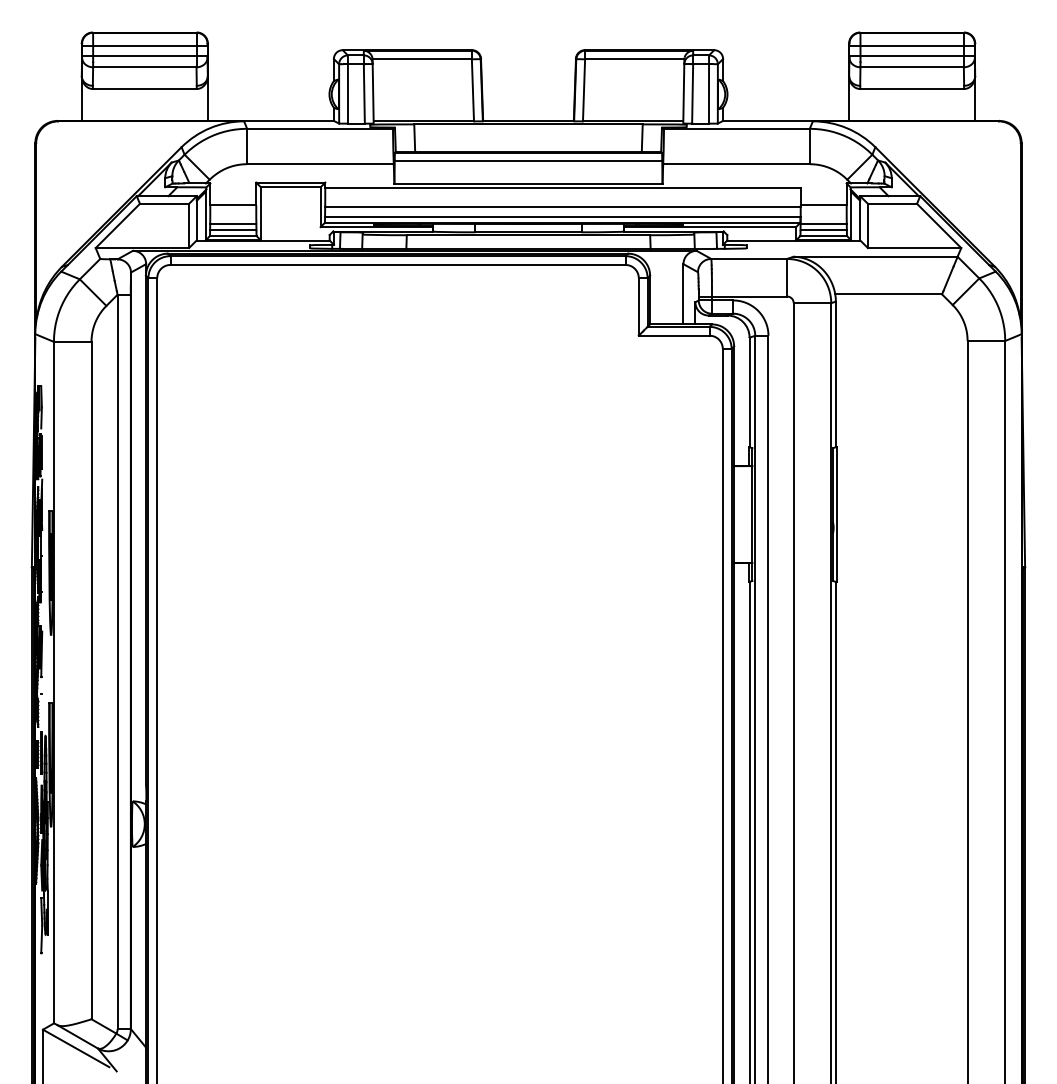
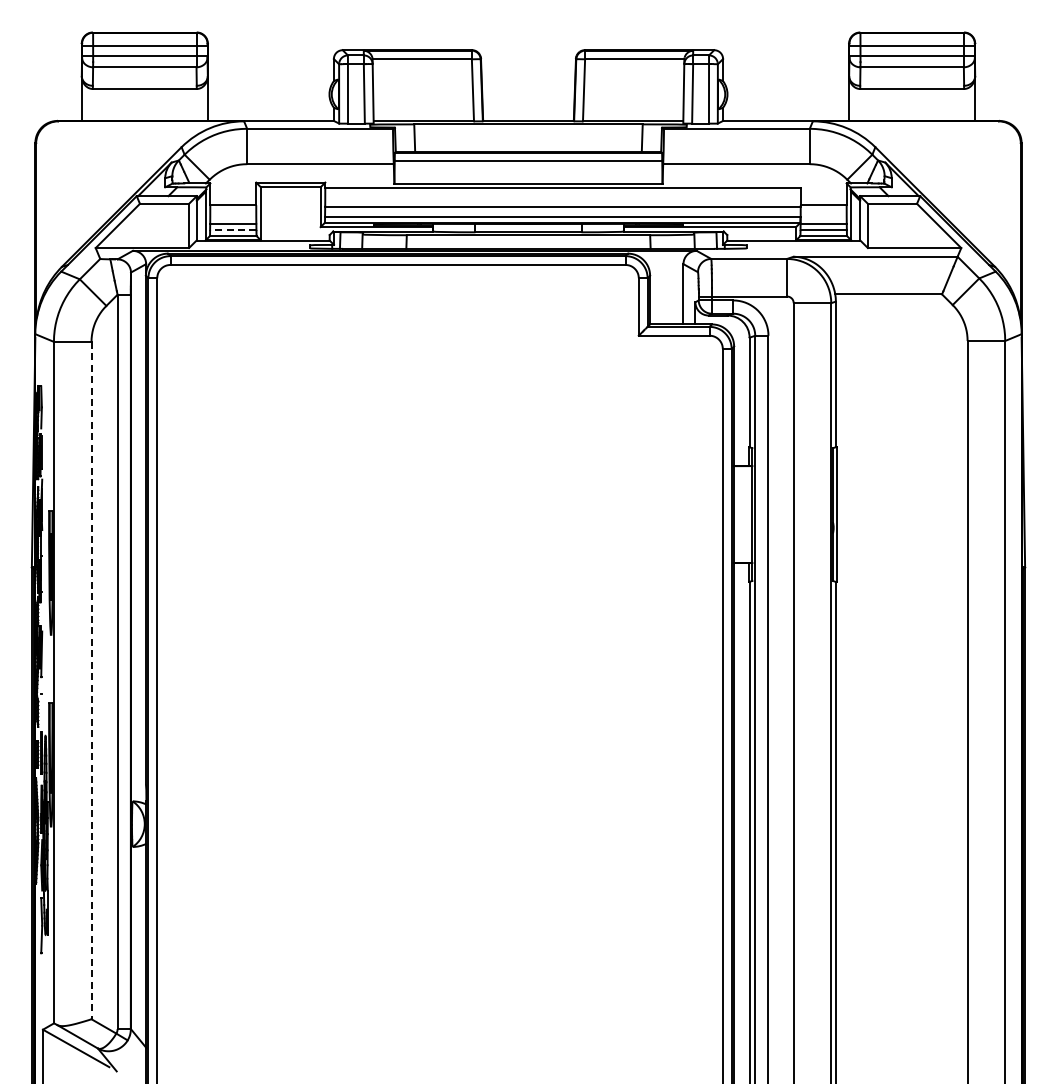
line at (232, 230): solid -> dashed
line at (91, 680): solid -> dashed
